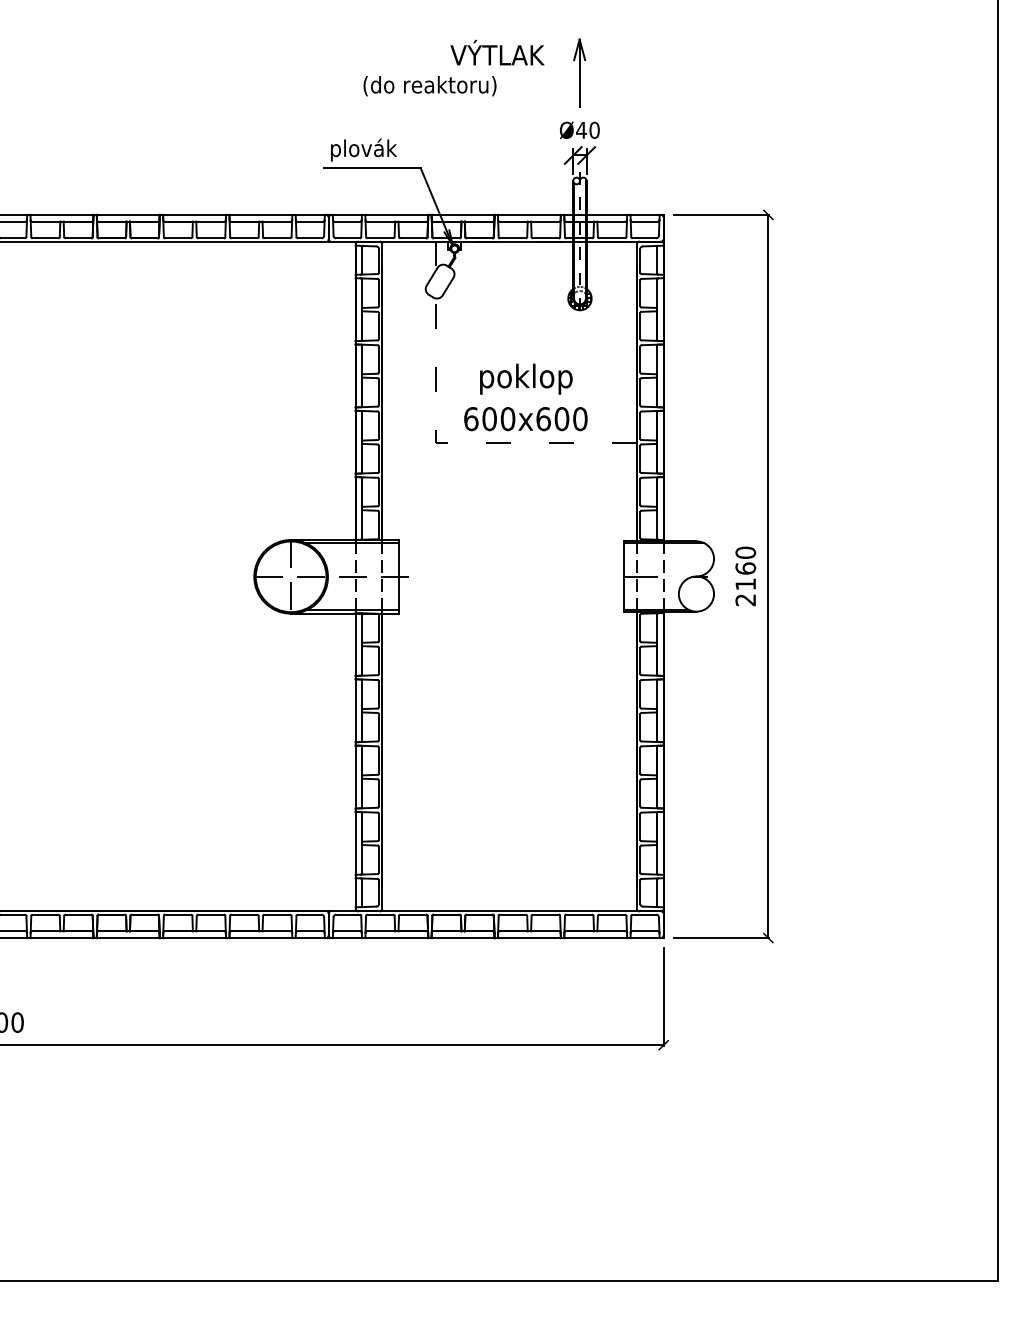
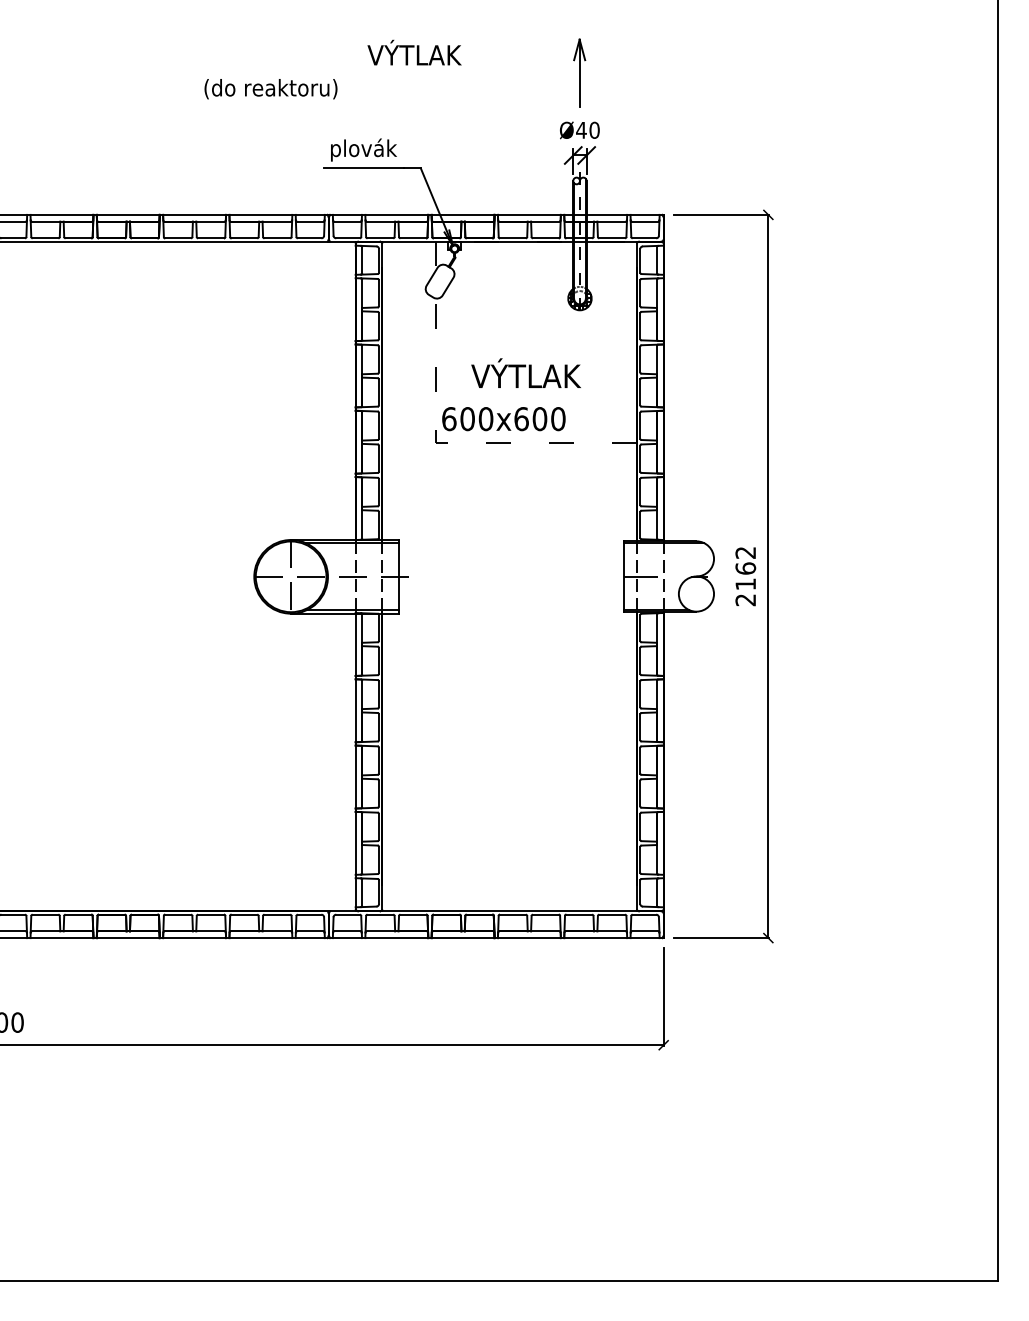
text at (497, 52) position: (497, 52) -> (414, 52)
text at (429, 86) position: (429, 86) -> (270, 89)
text at (525, 376): poklop -> VÝTLAK
text at (525, 419) position: (525, 419) -> (503, 419)
text at (745, 552): 2160 -> 2162
